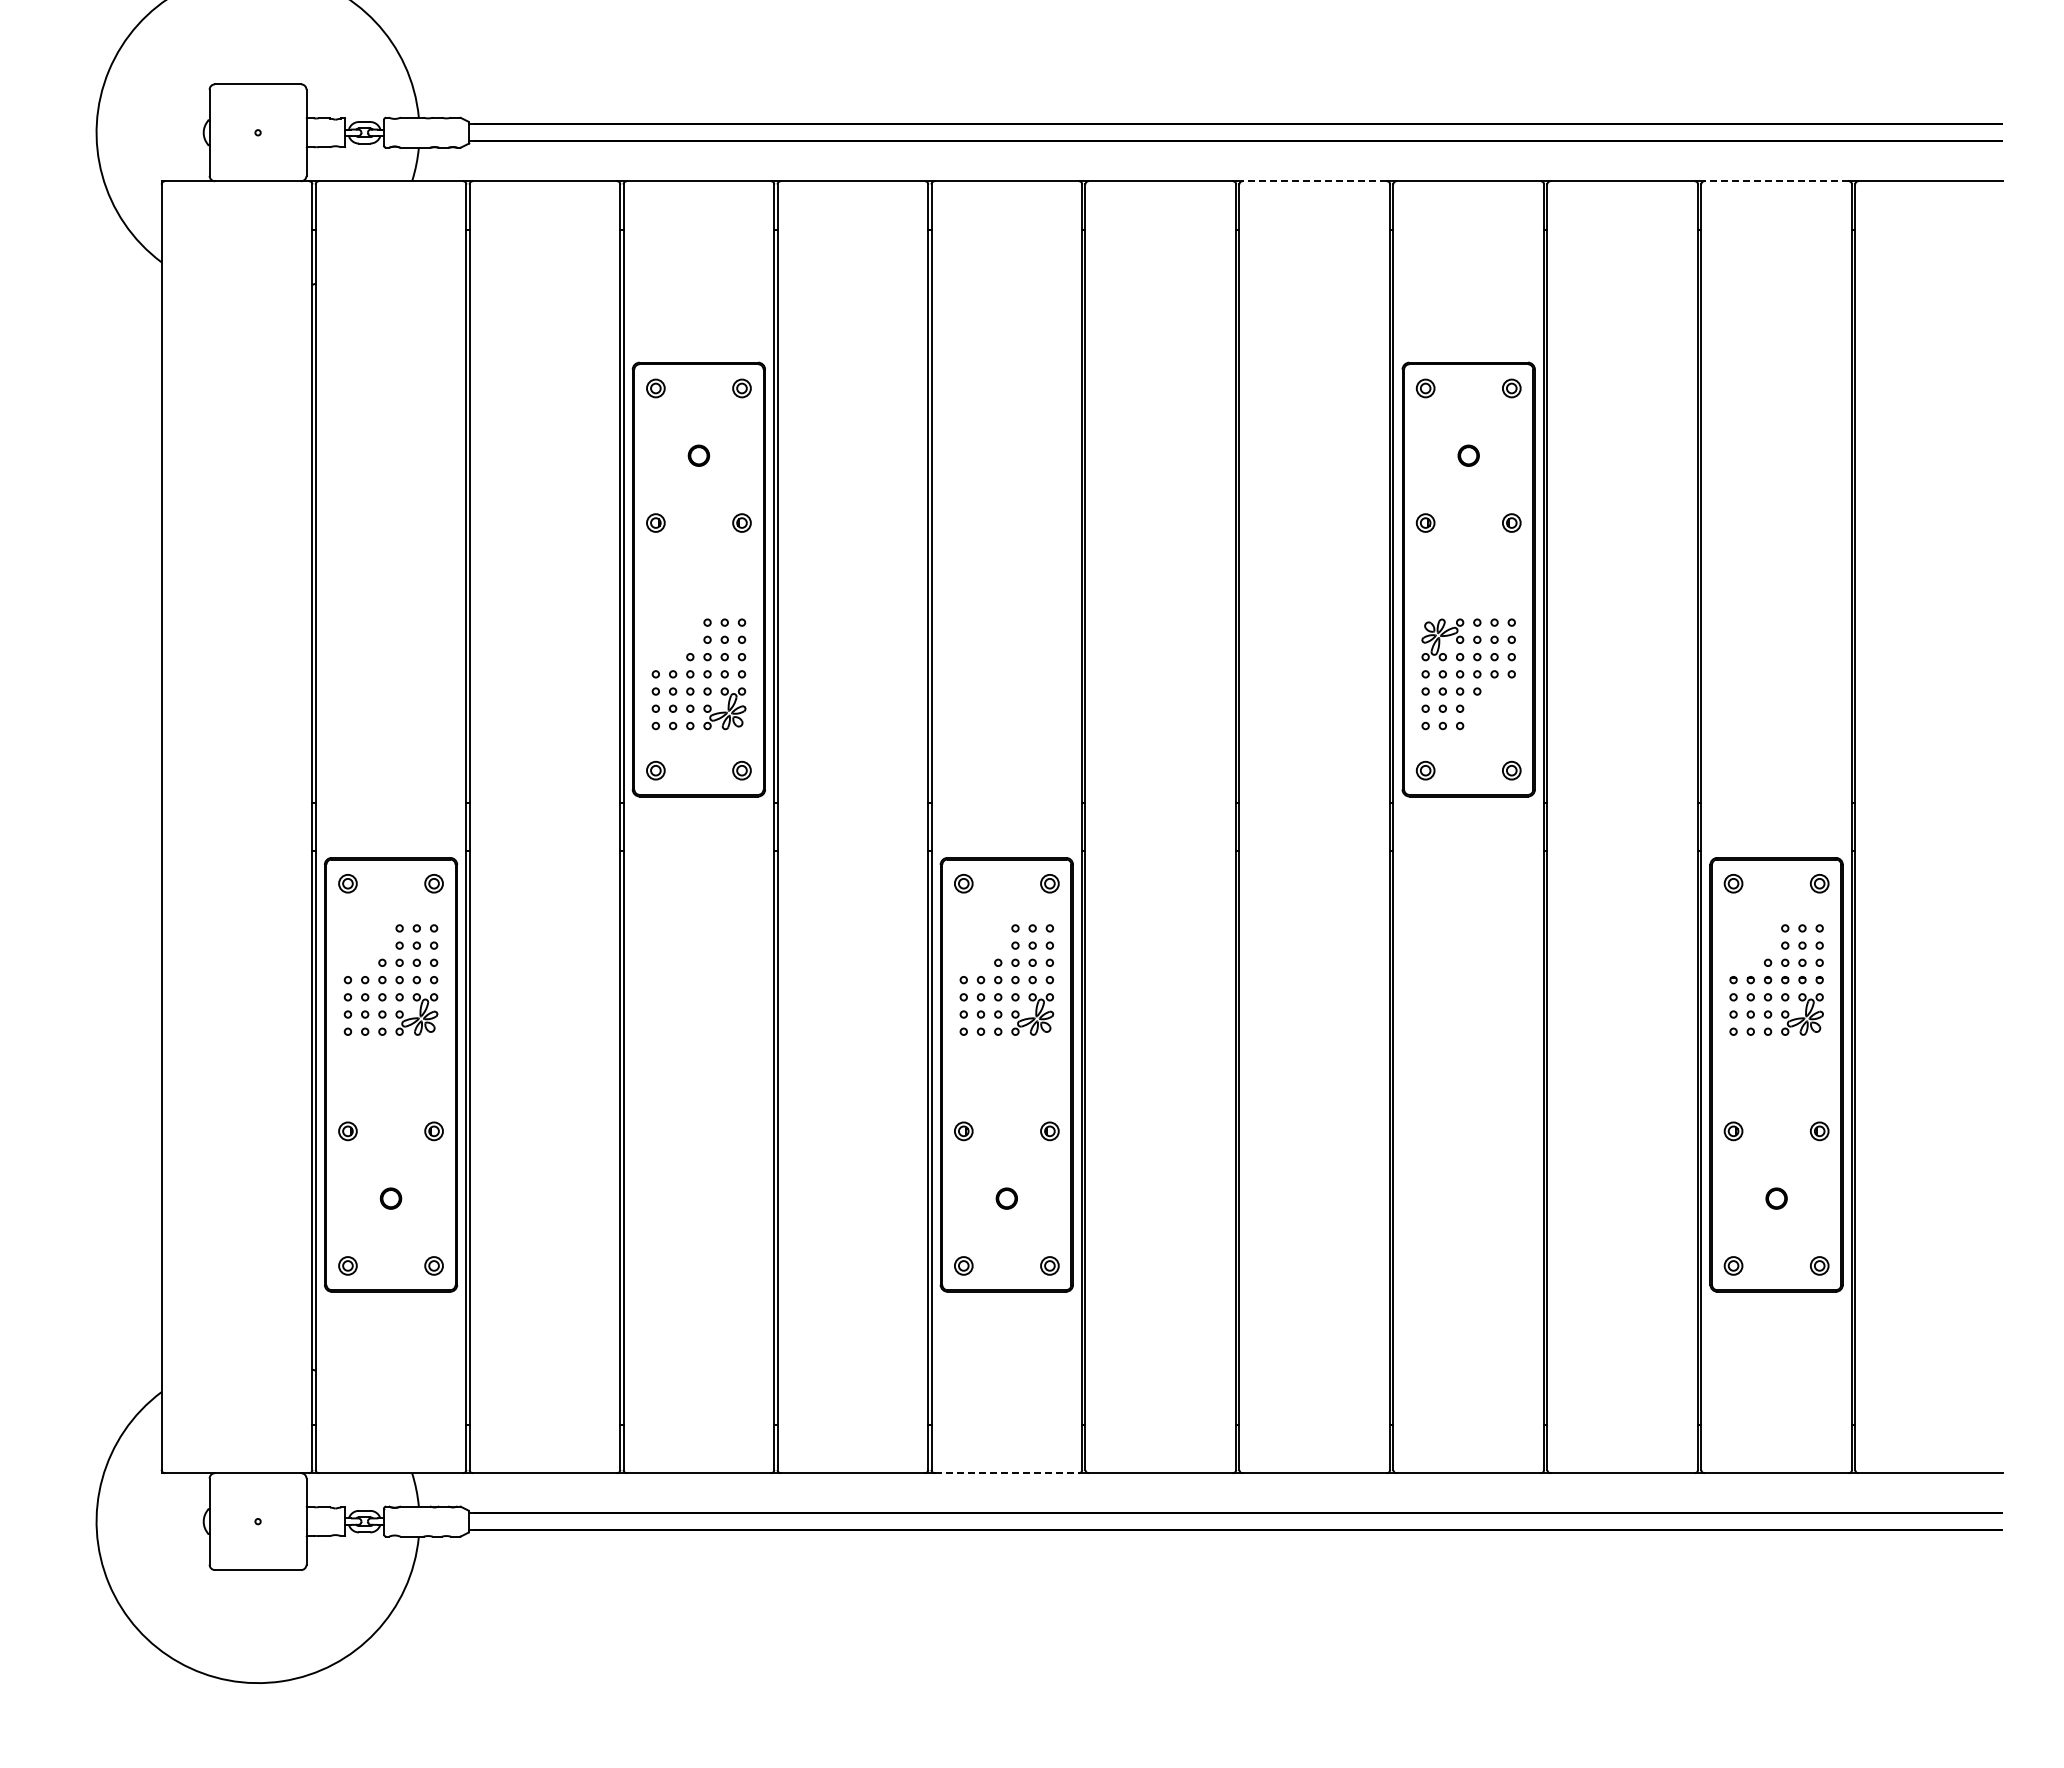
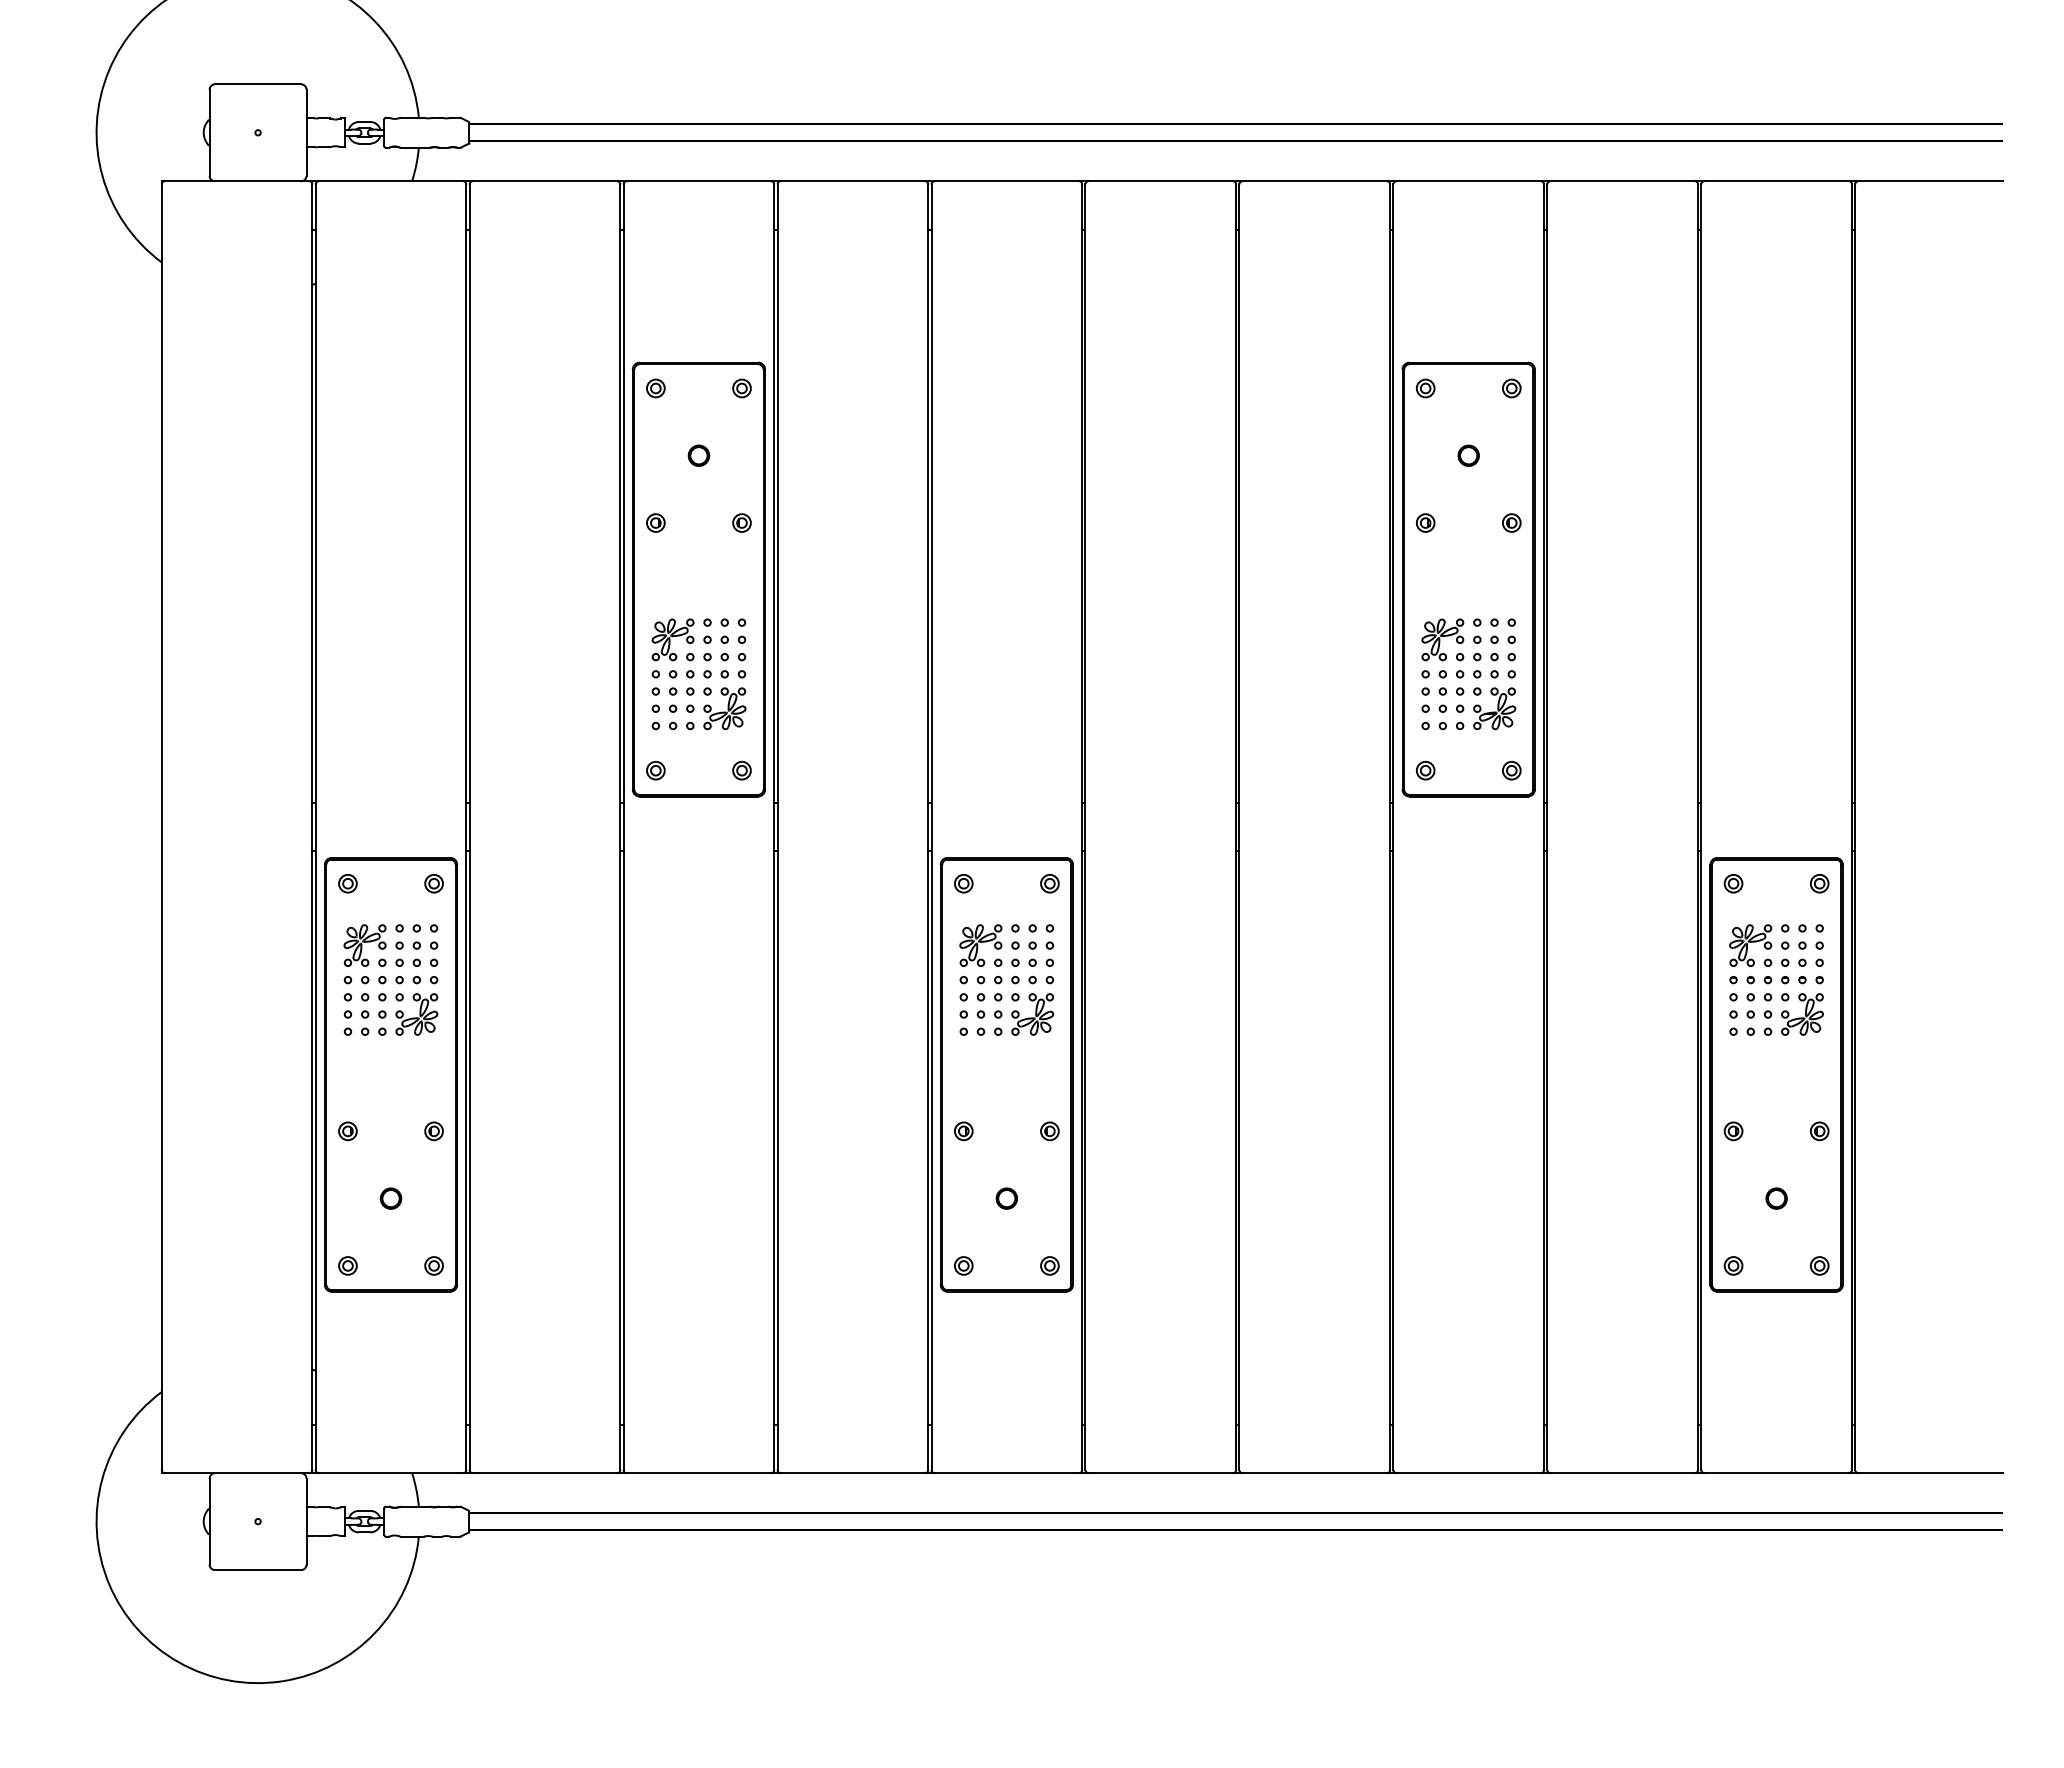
line at (1314, 181): dashed -> solid
line at (1776, 181): dashed -> solid
part at (672, 639): none -> present
part at (1494, 708): none -> present
part at (364, 945): none -> present
part at (980, 945): none -> present
part at (1750, 945): none -> present
line at (1007, 1473): dashed -> solid
